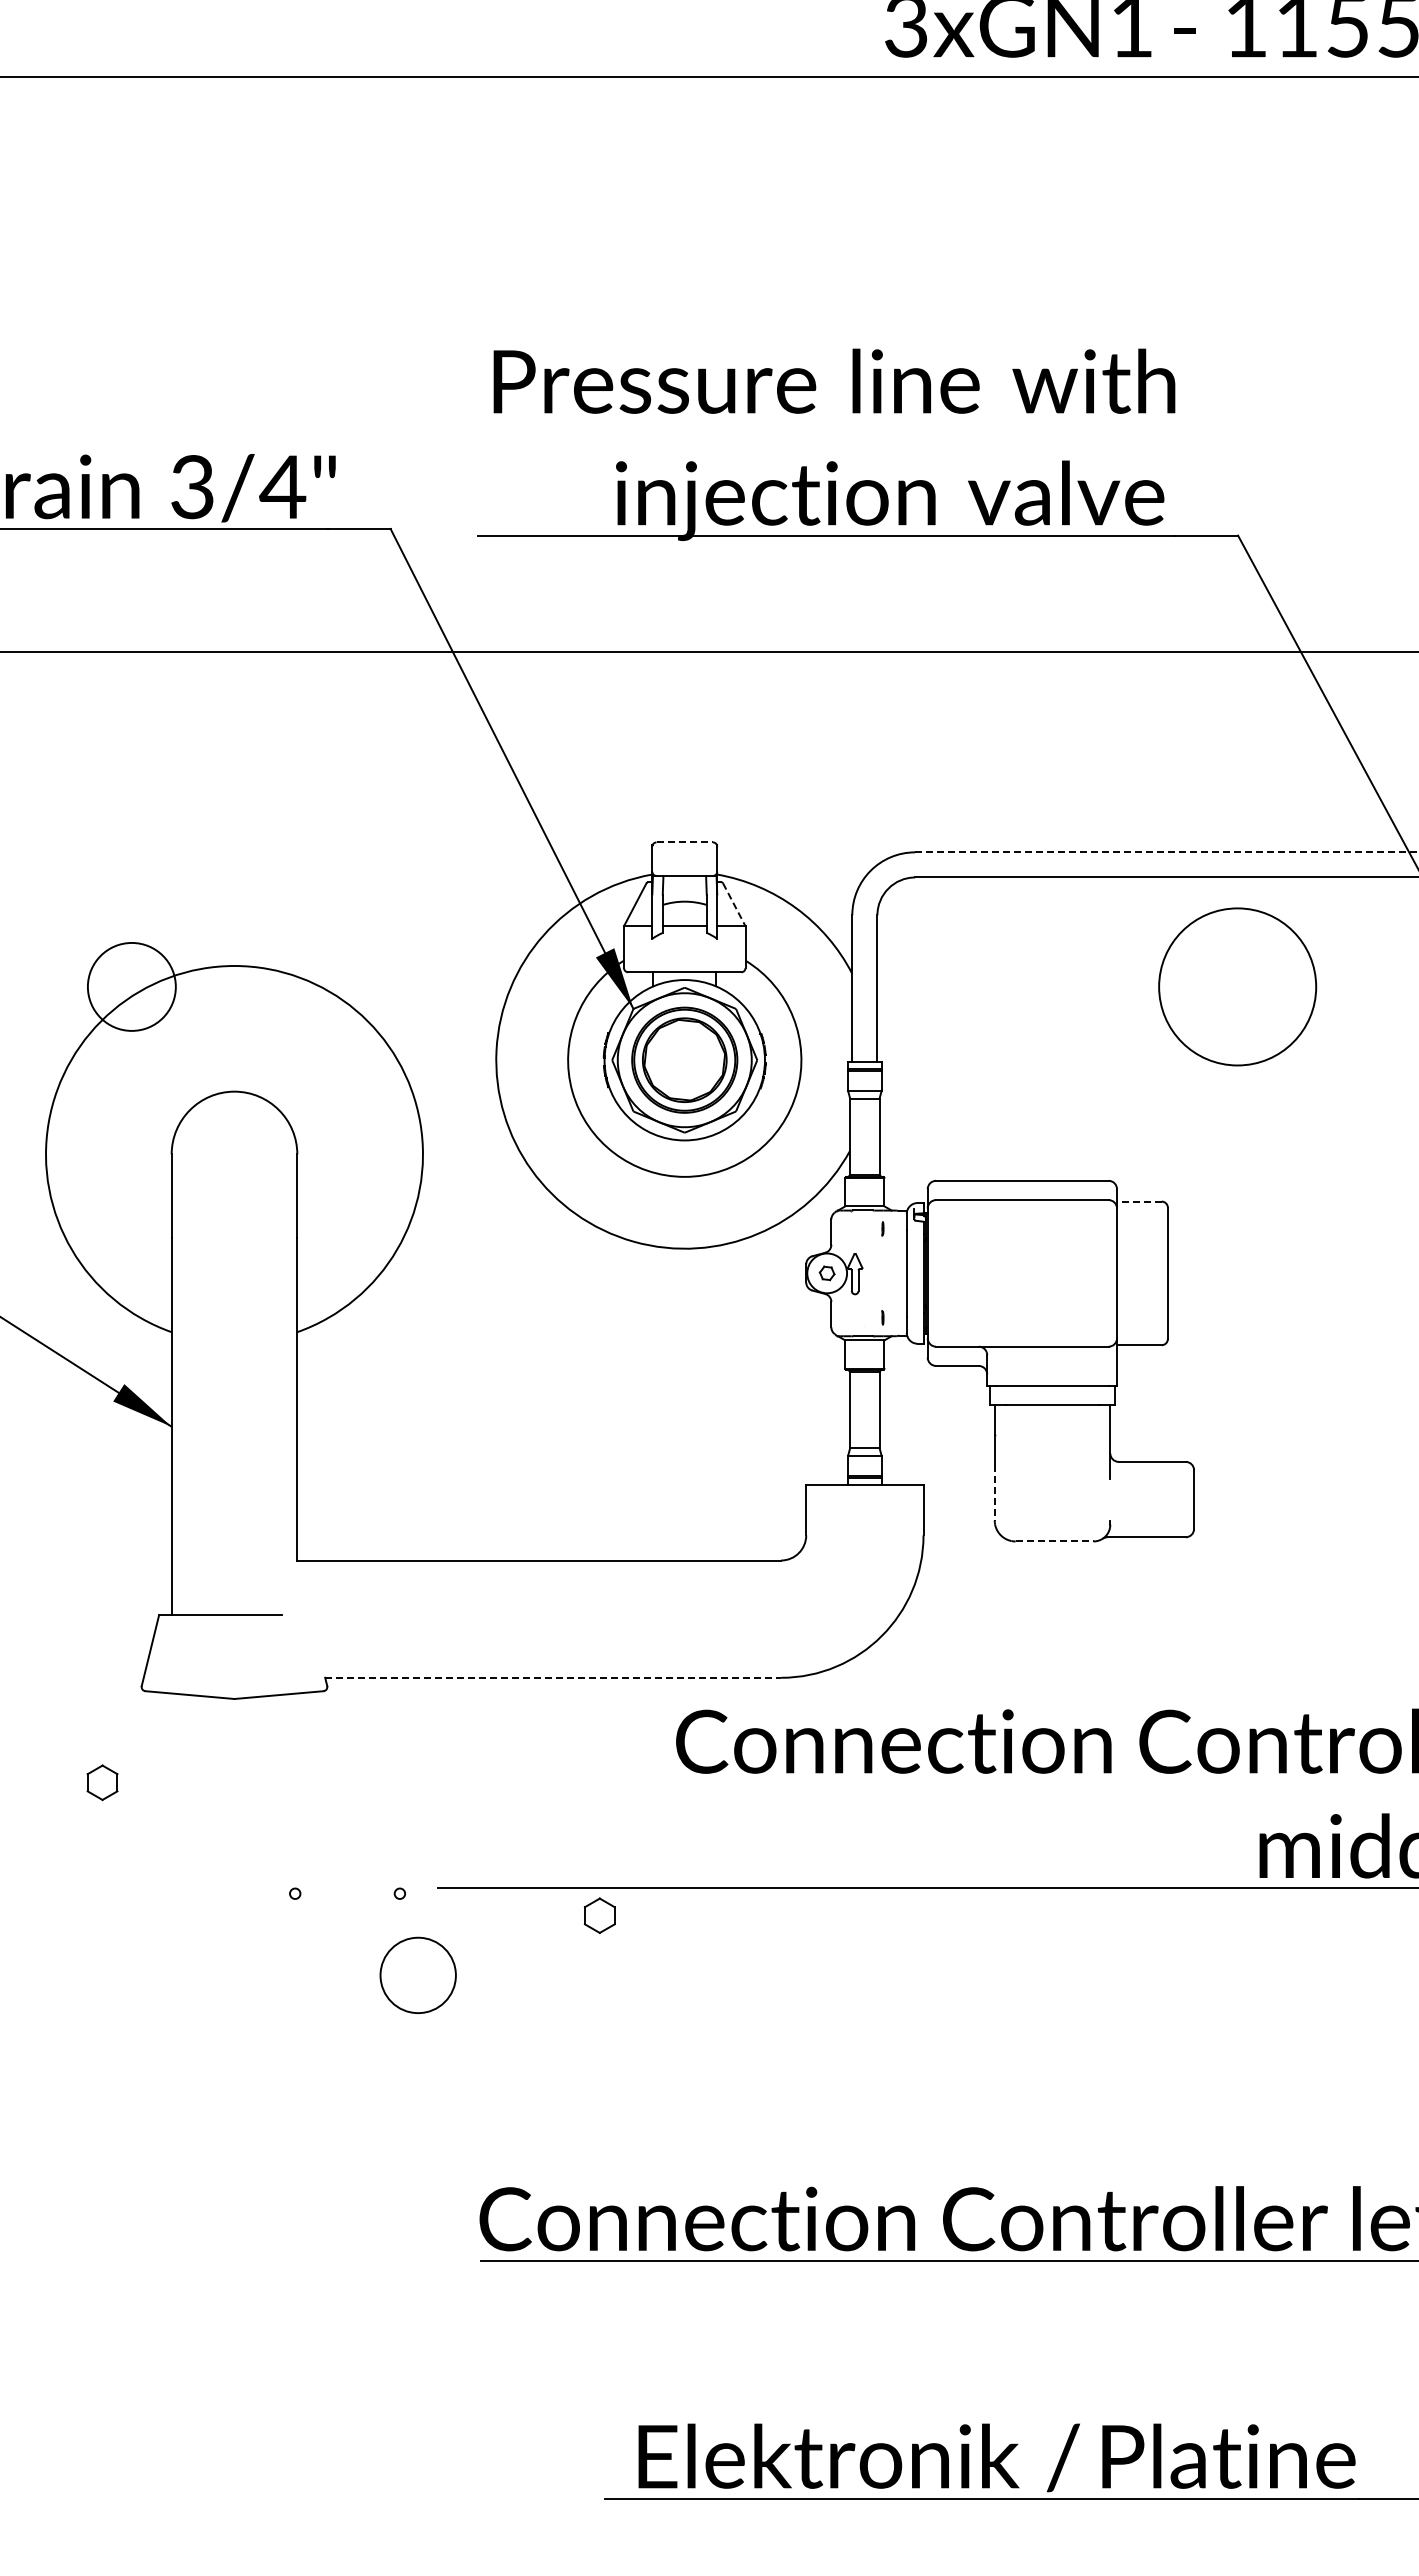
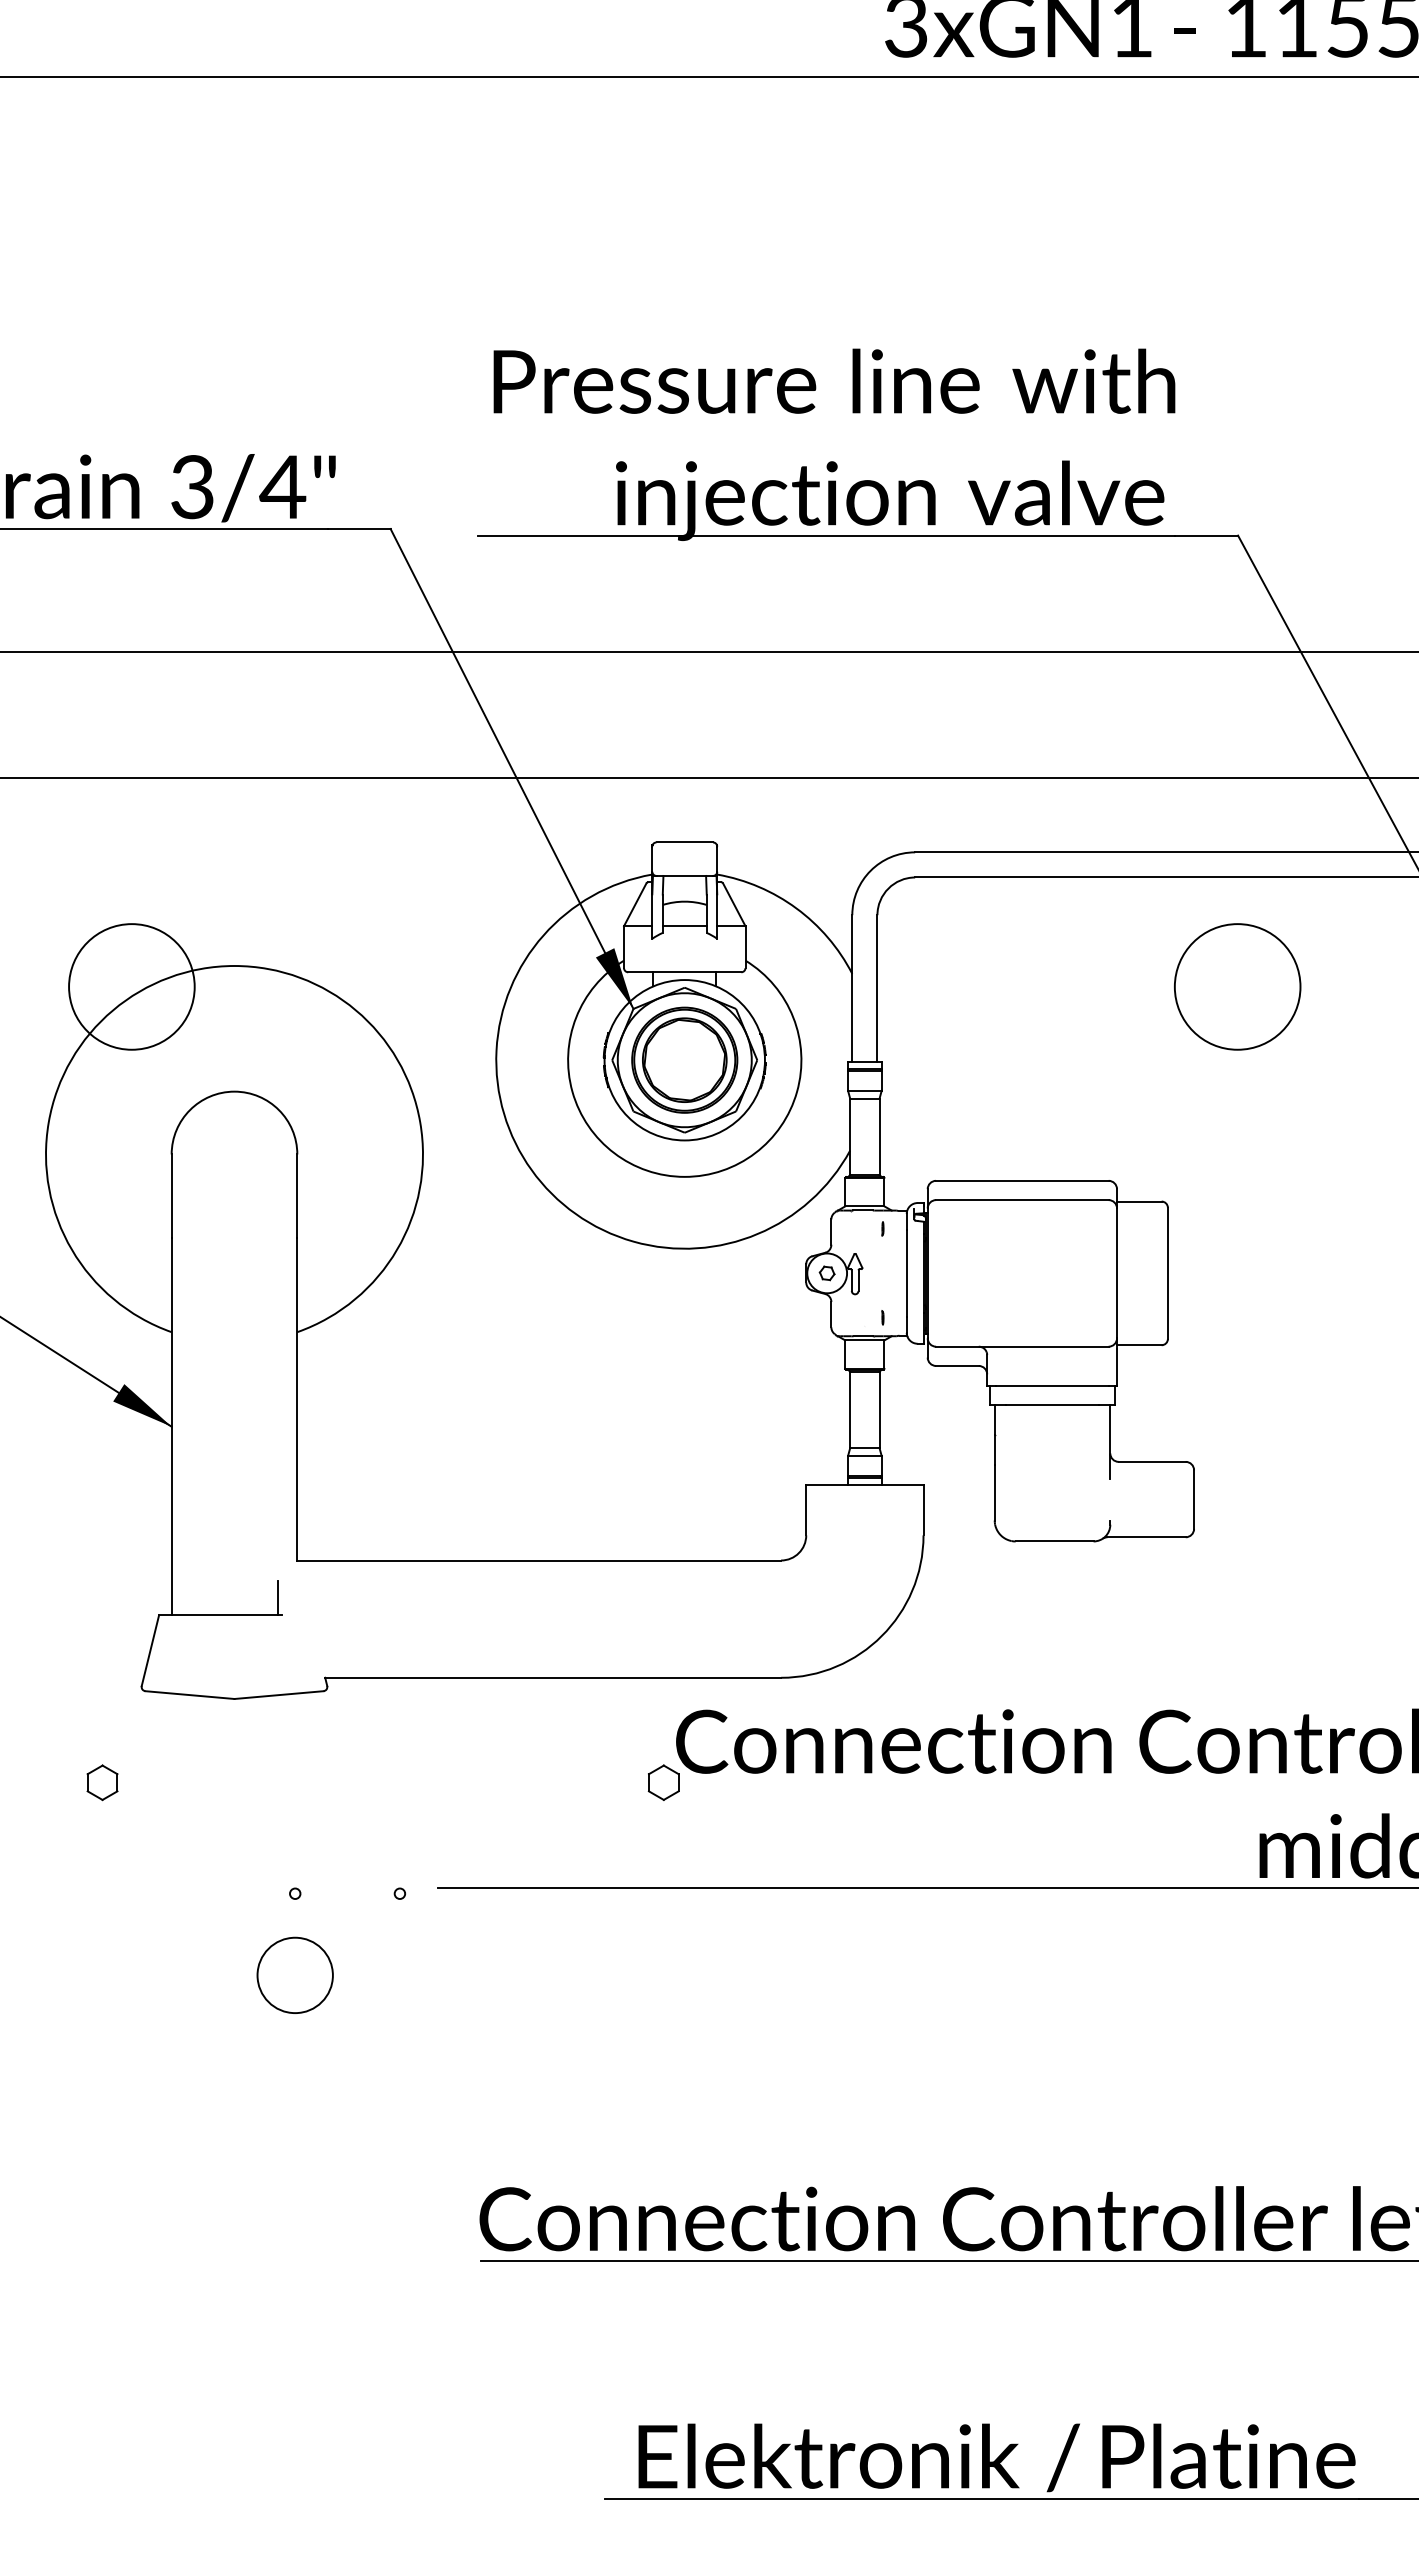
line at (708, 777): none -> present
line at (685, 842): dashed -> solid
line at (1167, 852): dashed -> solid
line at (734, 905): dashed -> solid
circle at (131, 986) diameter: 88 px -> 126 px
circle at (1237, 986) diameter: 157 px -> 126 px
line at (1138, 1201): dashed -> solid
line at (994, 1492): dashed -> solid
line at (1054, 1541): dashed -> solid
line at (278, 1598): none -> present
line at (553, 1677): dashed -> solid
part at (599, 1915) position: (599, 1915) -> (663, 1782)
circle at (417, 1974) position: (417, 1974) -> (294, 1974)
